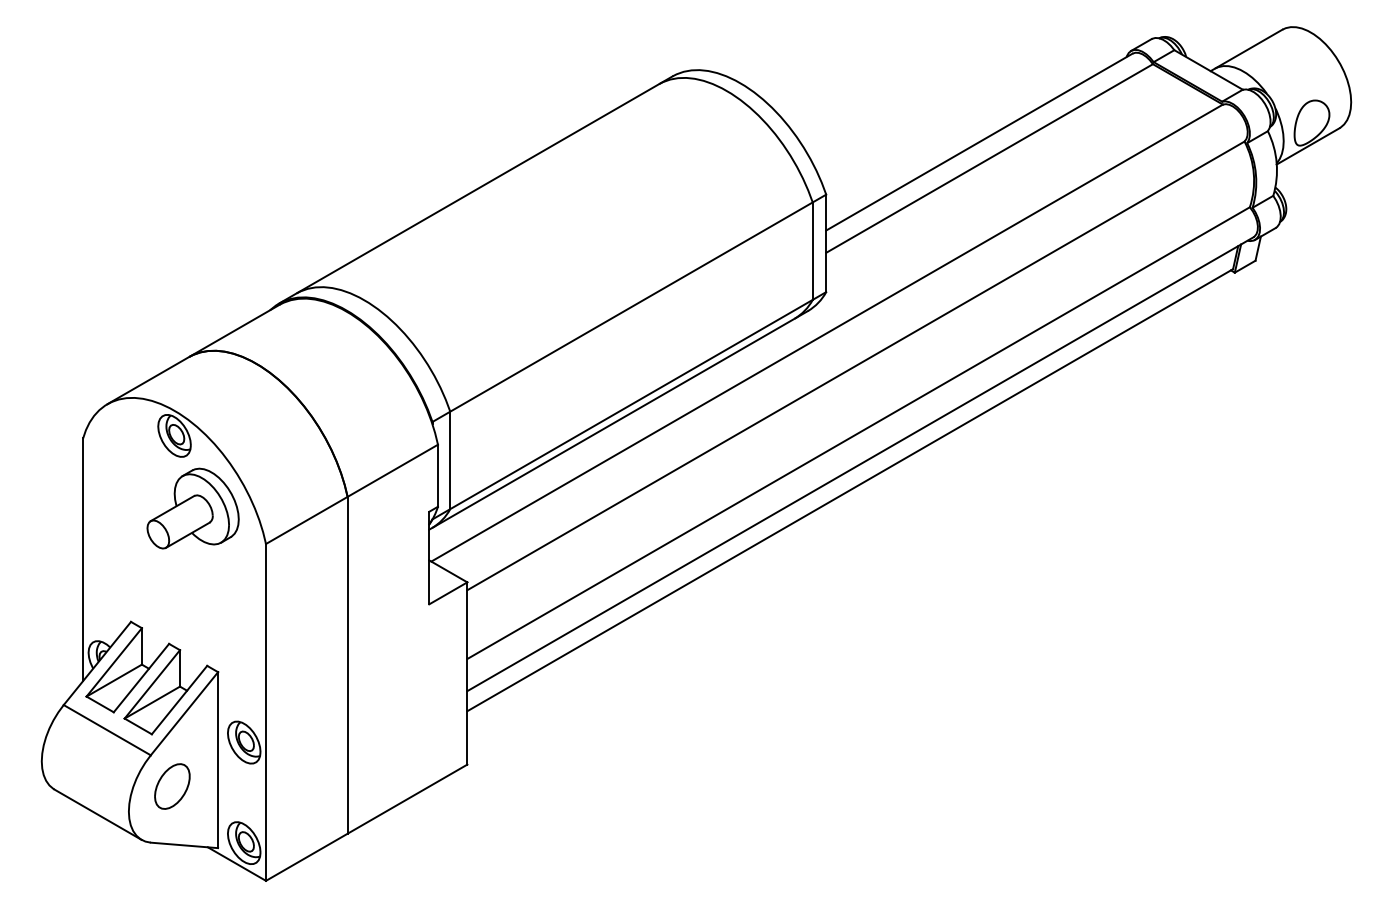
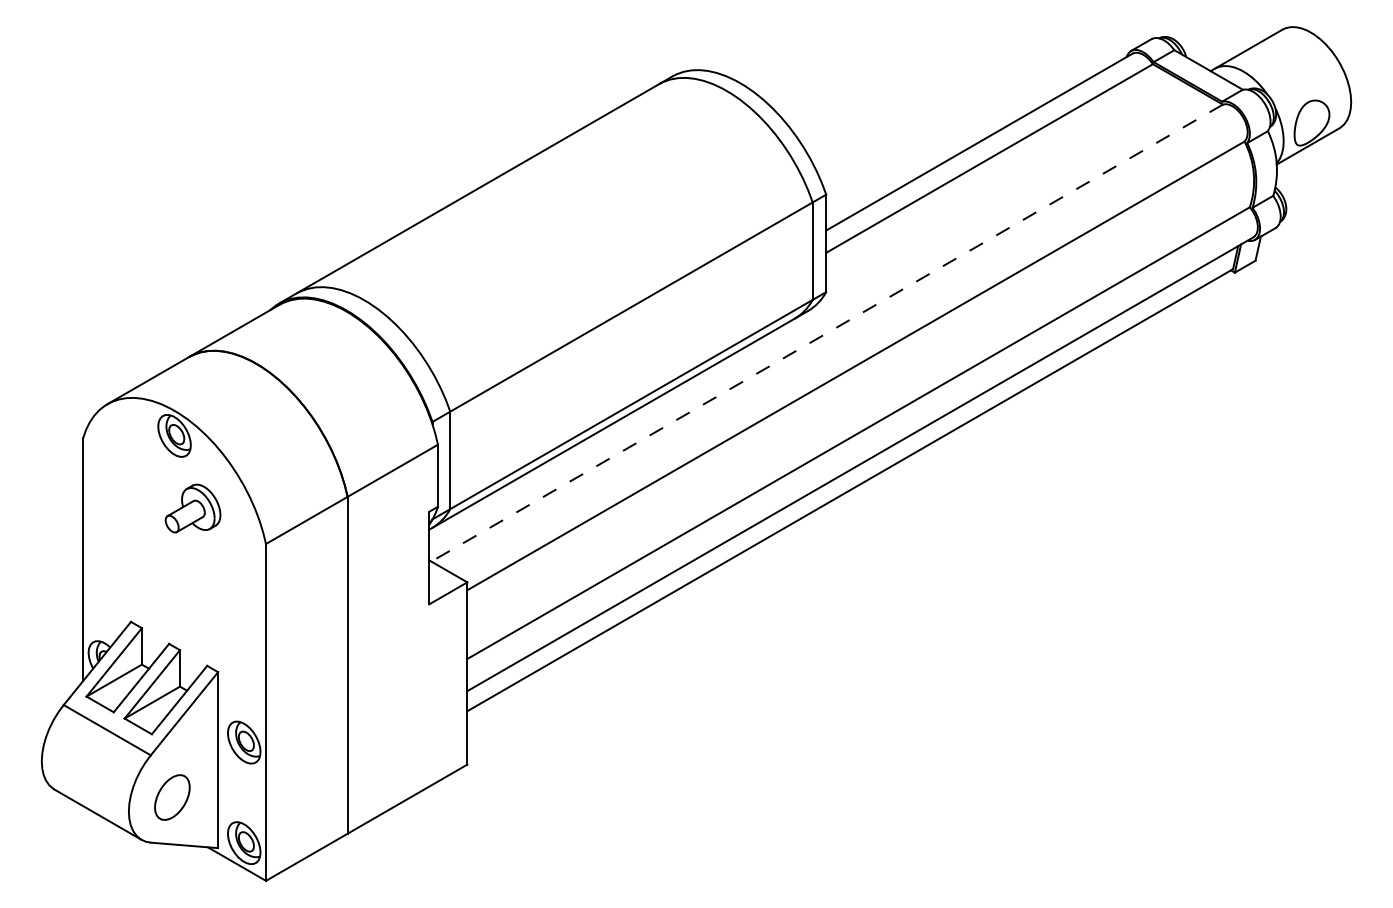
line at (827, 333): solid -> dashed
part at (192, 508) size: 94x83 px -> 58x51 px
part at (172, 786) position: (172, 786) -> (172, 797)
